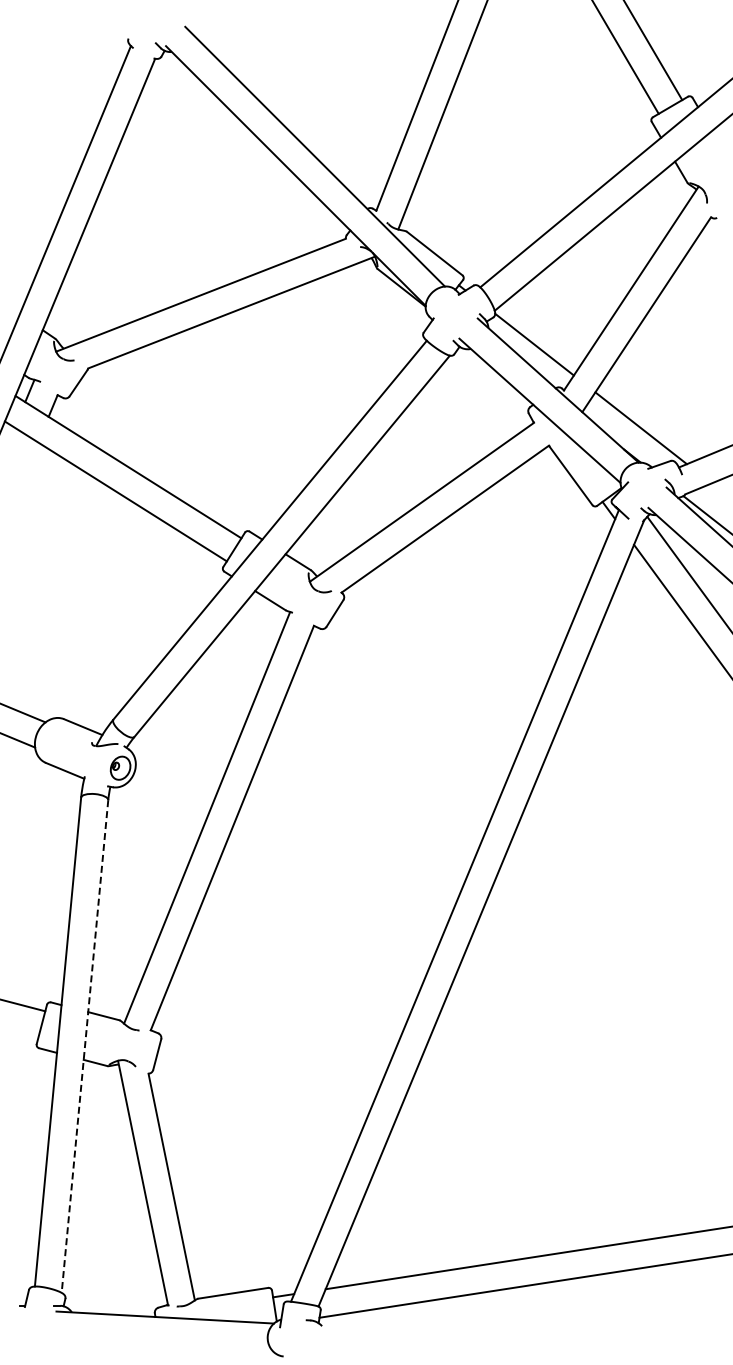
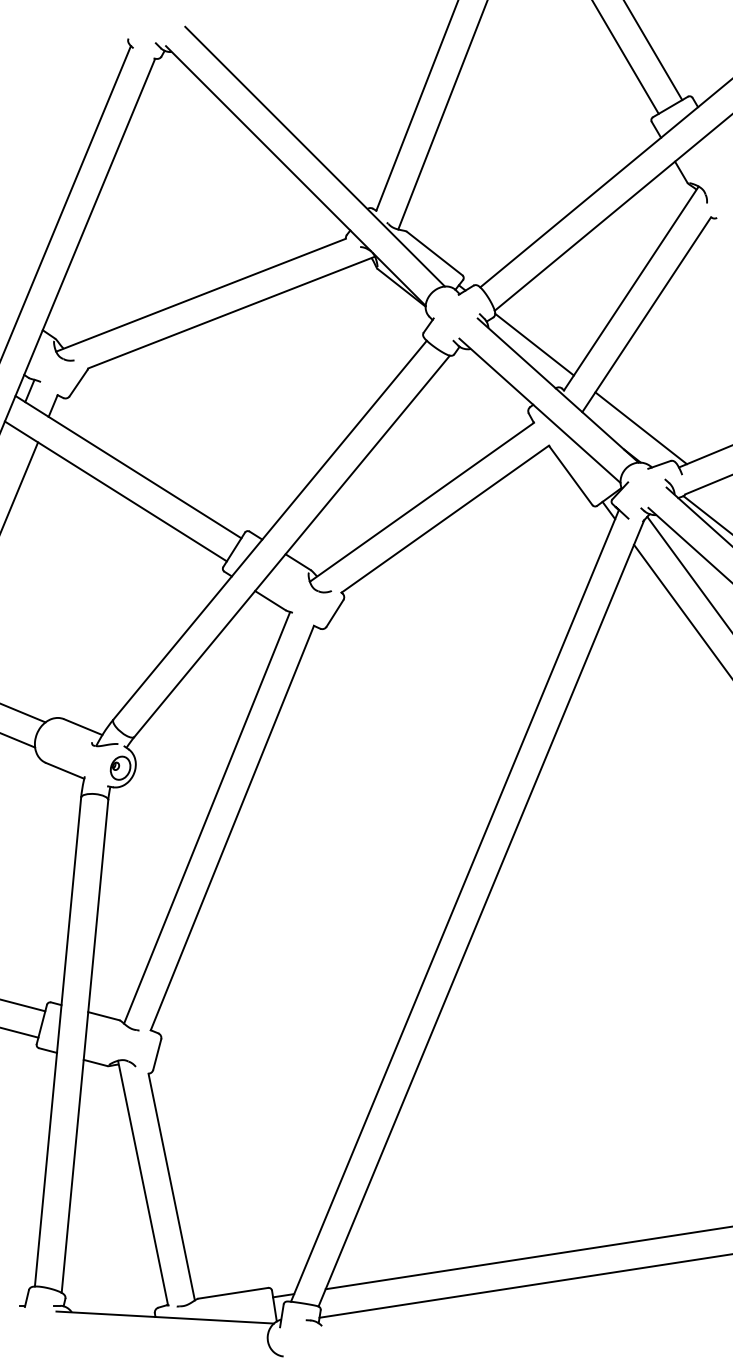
line at (20, 485): none -> present
line at (20, 1032): none -> present
line at (84, 1047): dashed -> solid
